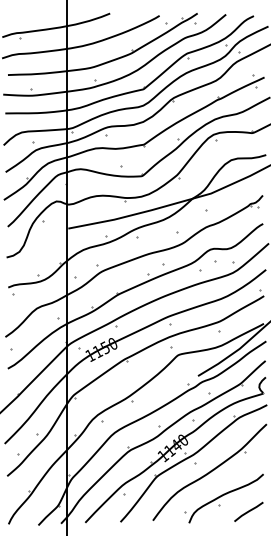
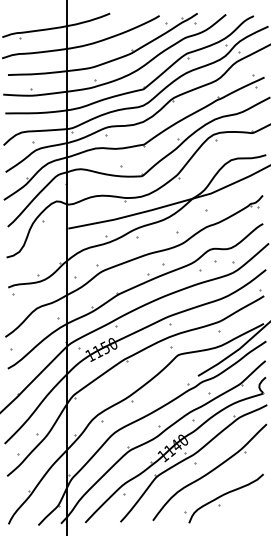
line at (248, 511): present -> none
